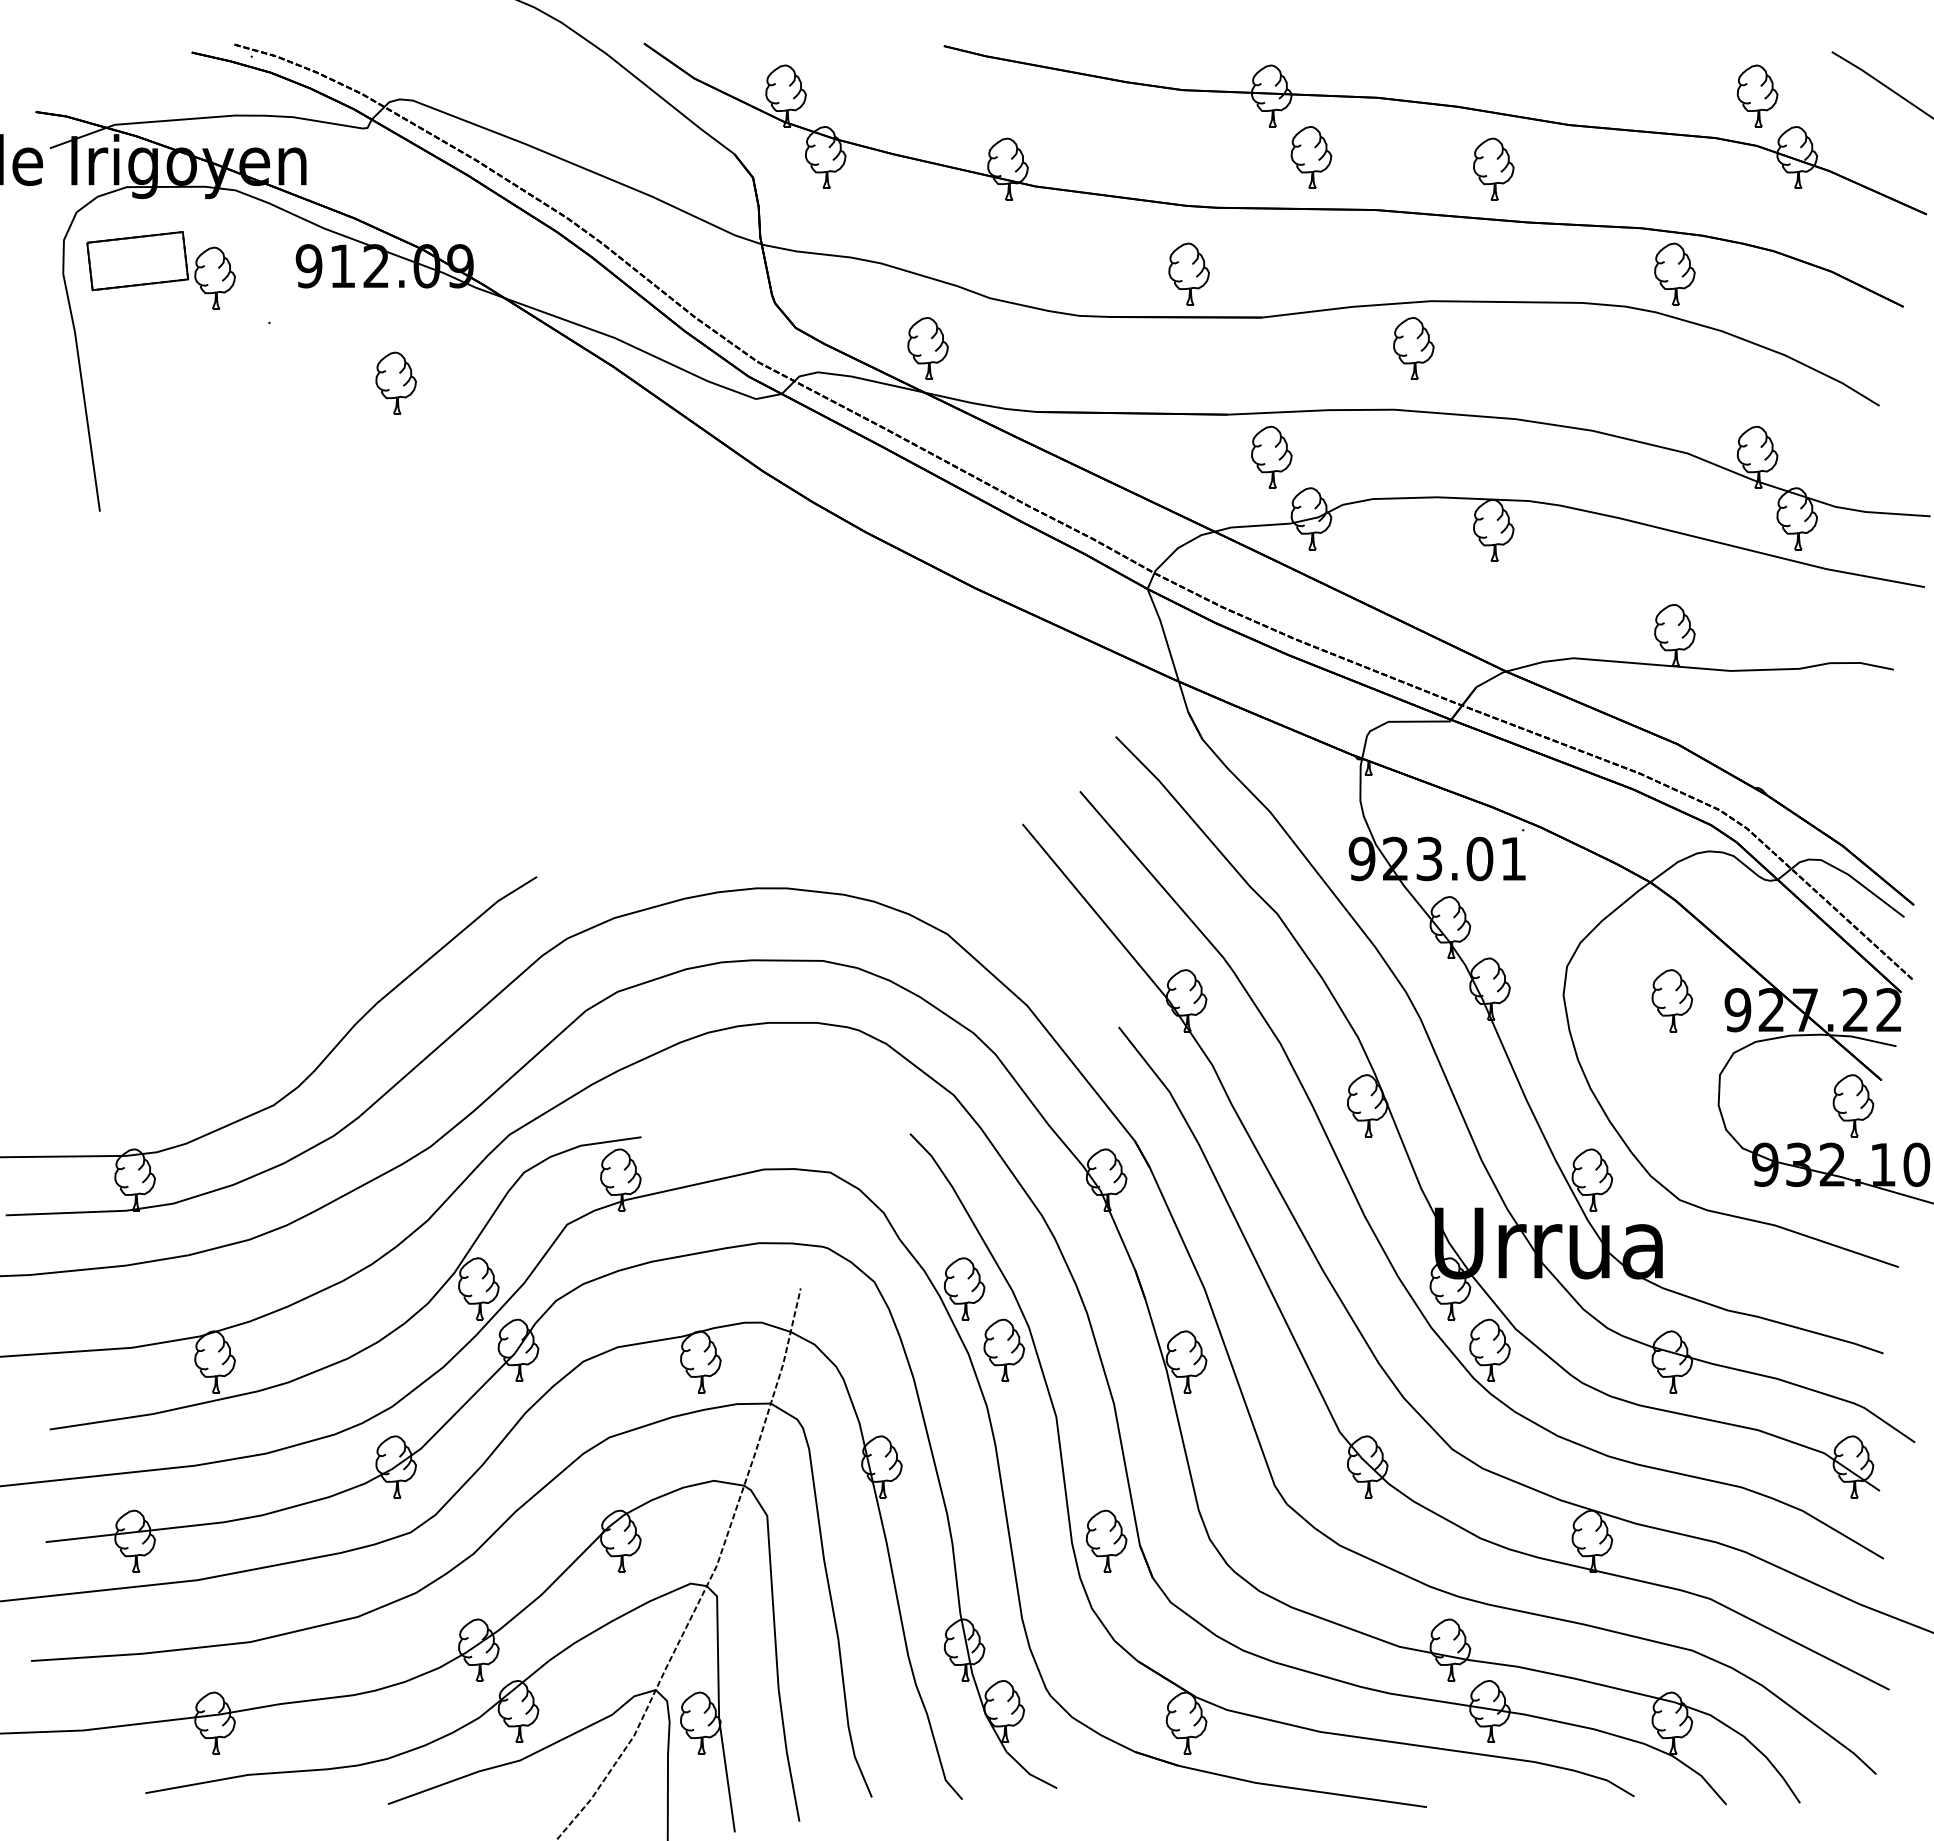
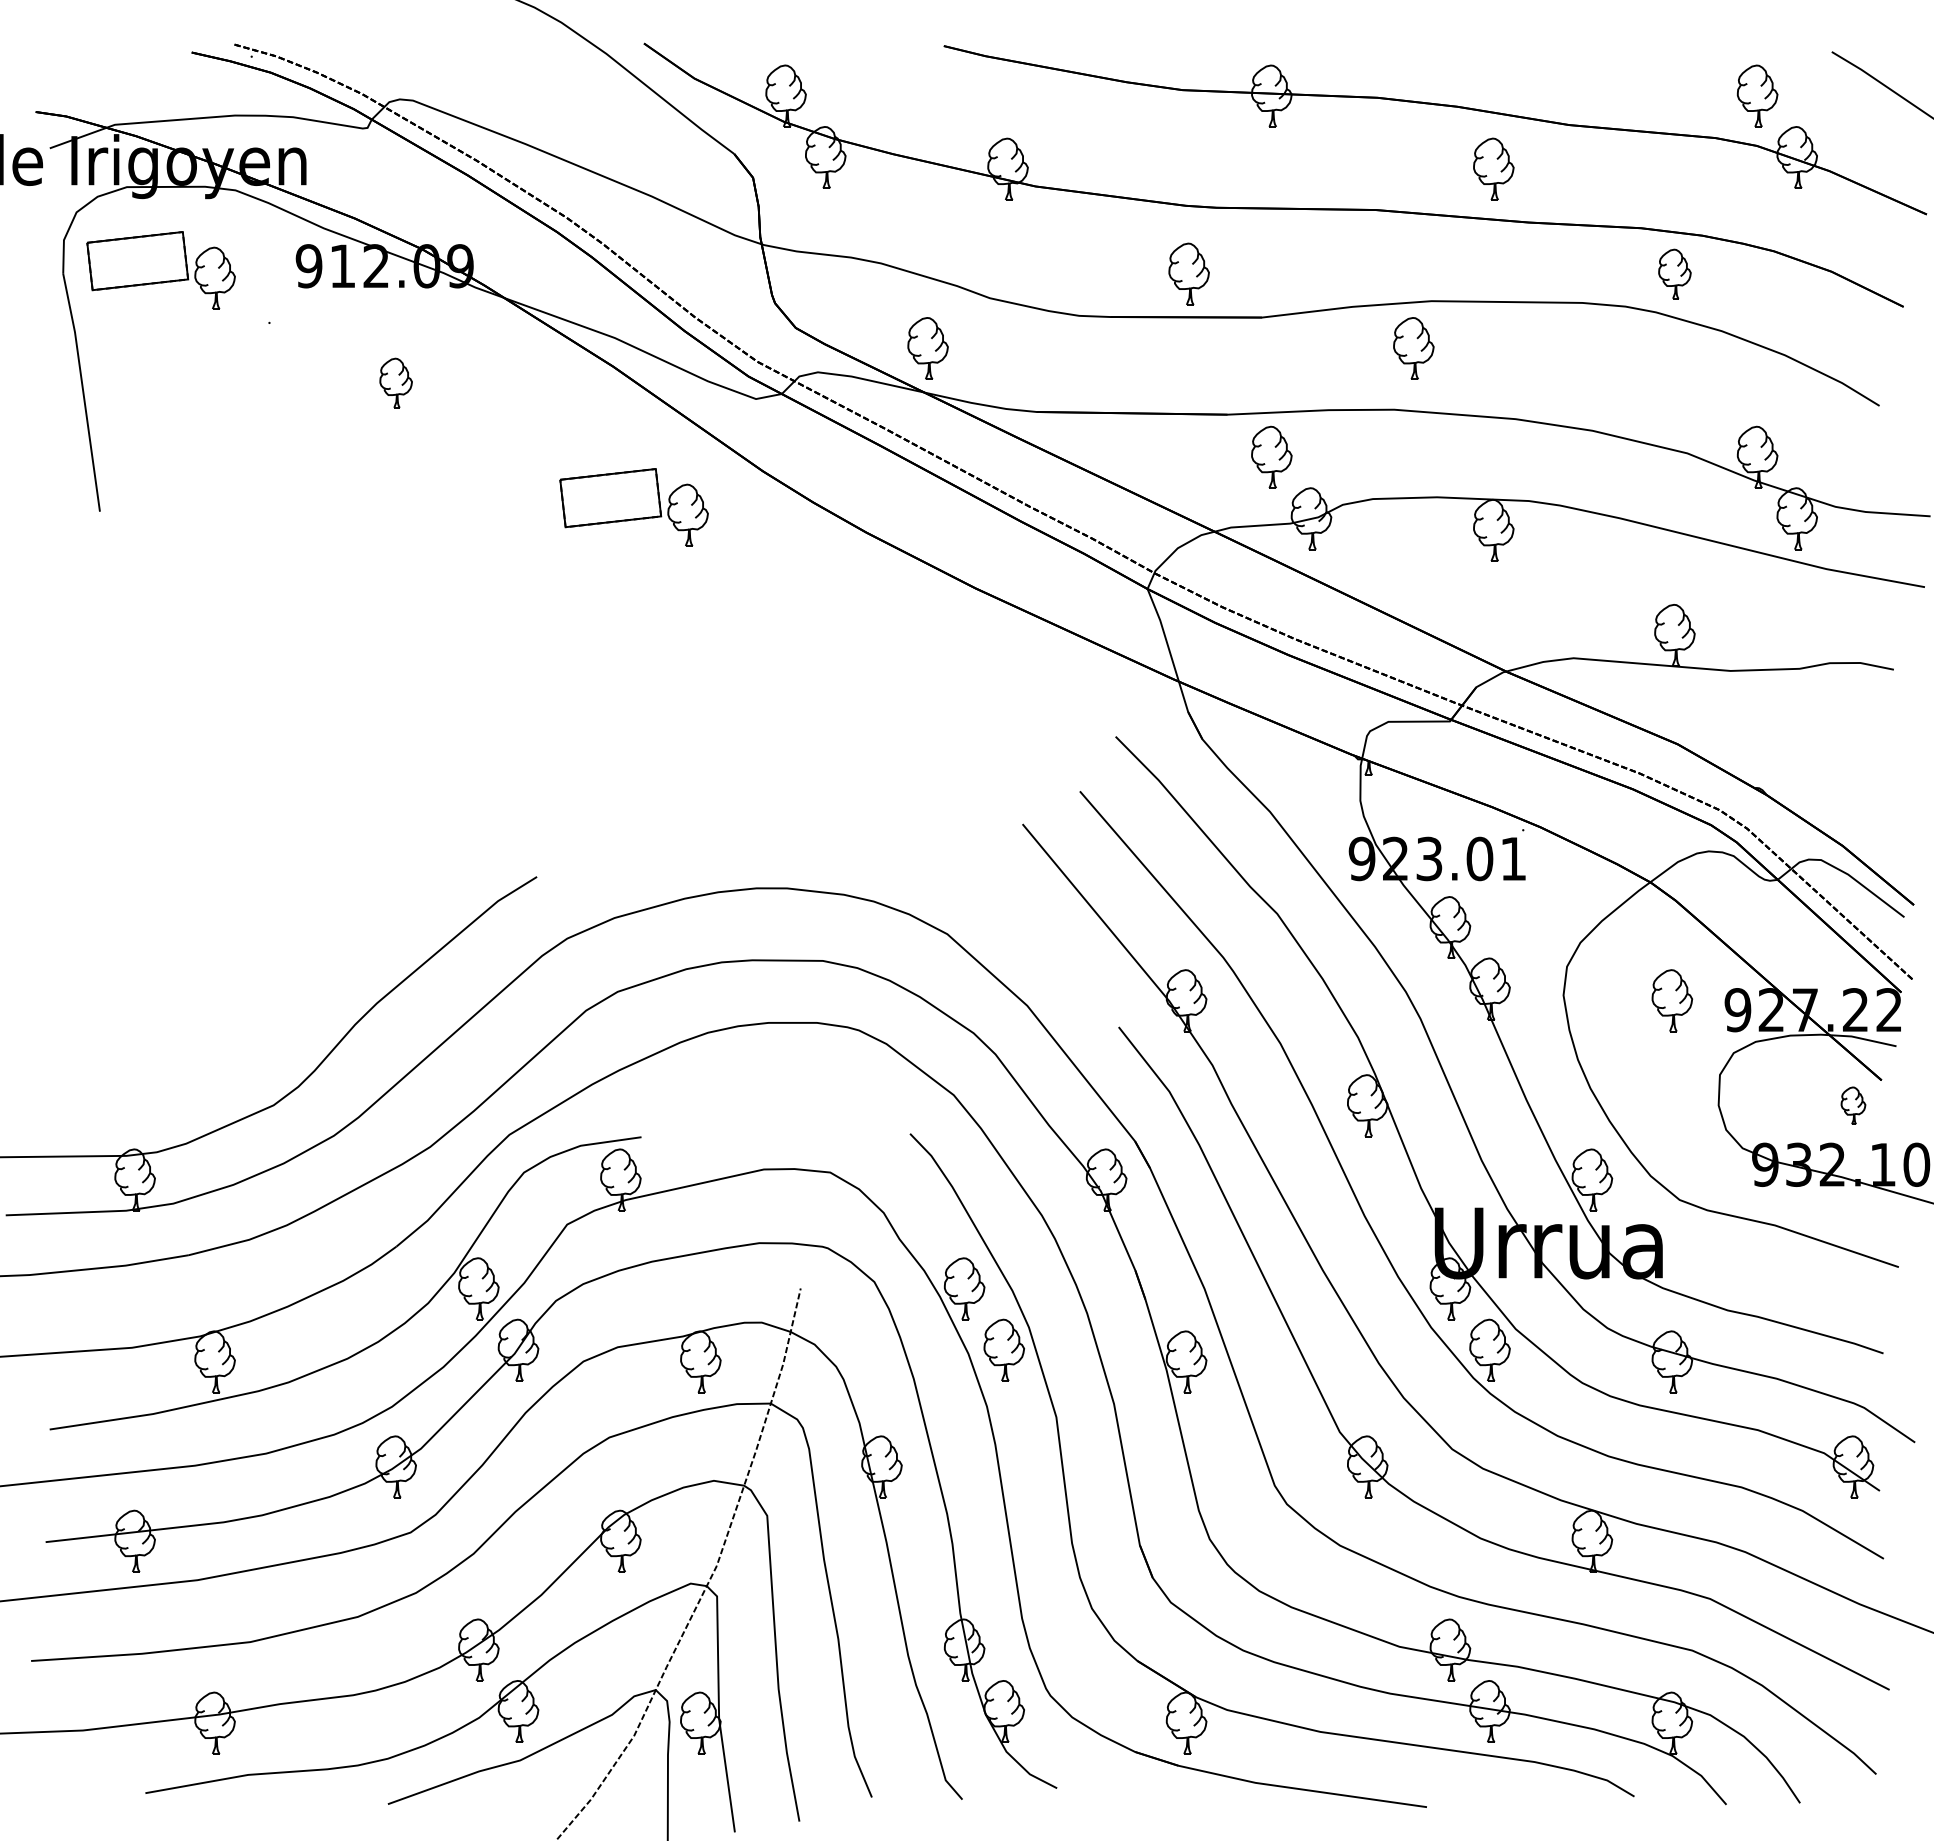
part at (1311, 157): present -> none
part at (1674, 273) size: 42x64 px -> 34x52 px
part at (395, 382) size: 42x64 px -> 34x52 px
part at (633, 507): none -> present
part at (1853, 1105) size: 43x64 px -> 27x39 px
part at (1106, 1540): present -> none
